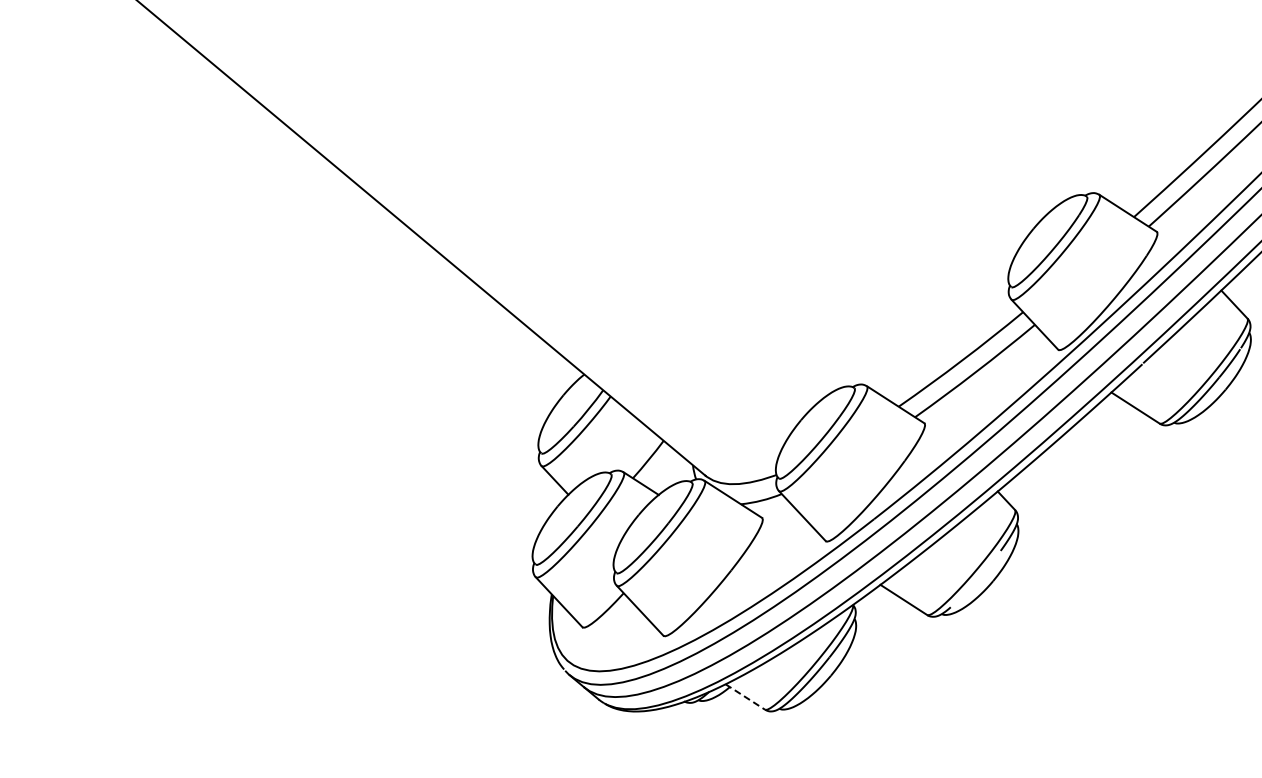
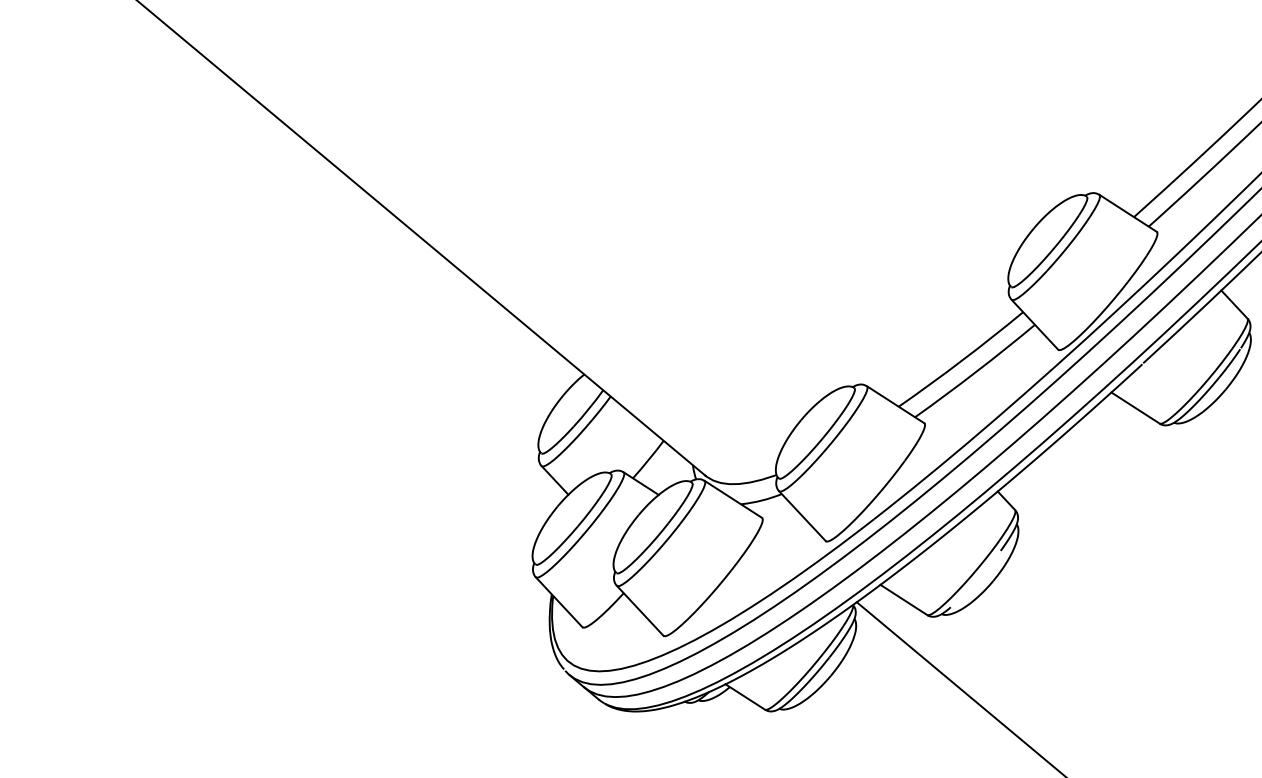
line at (959, 688): none -> present
line at (745, 697): dashed -> solid
